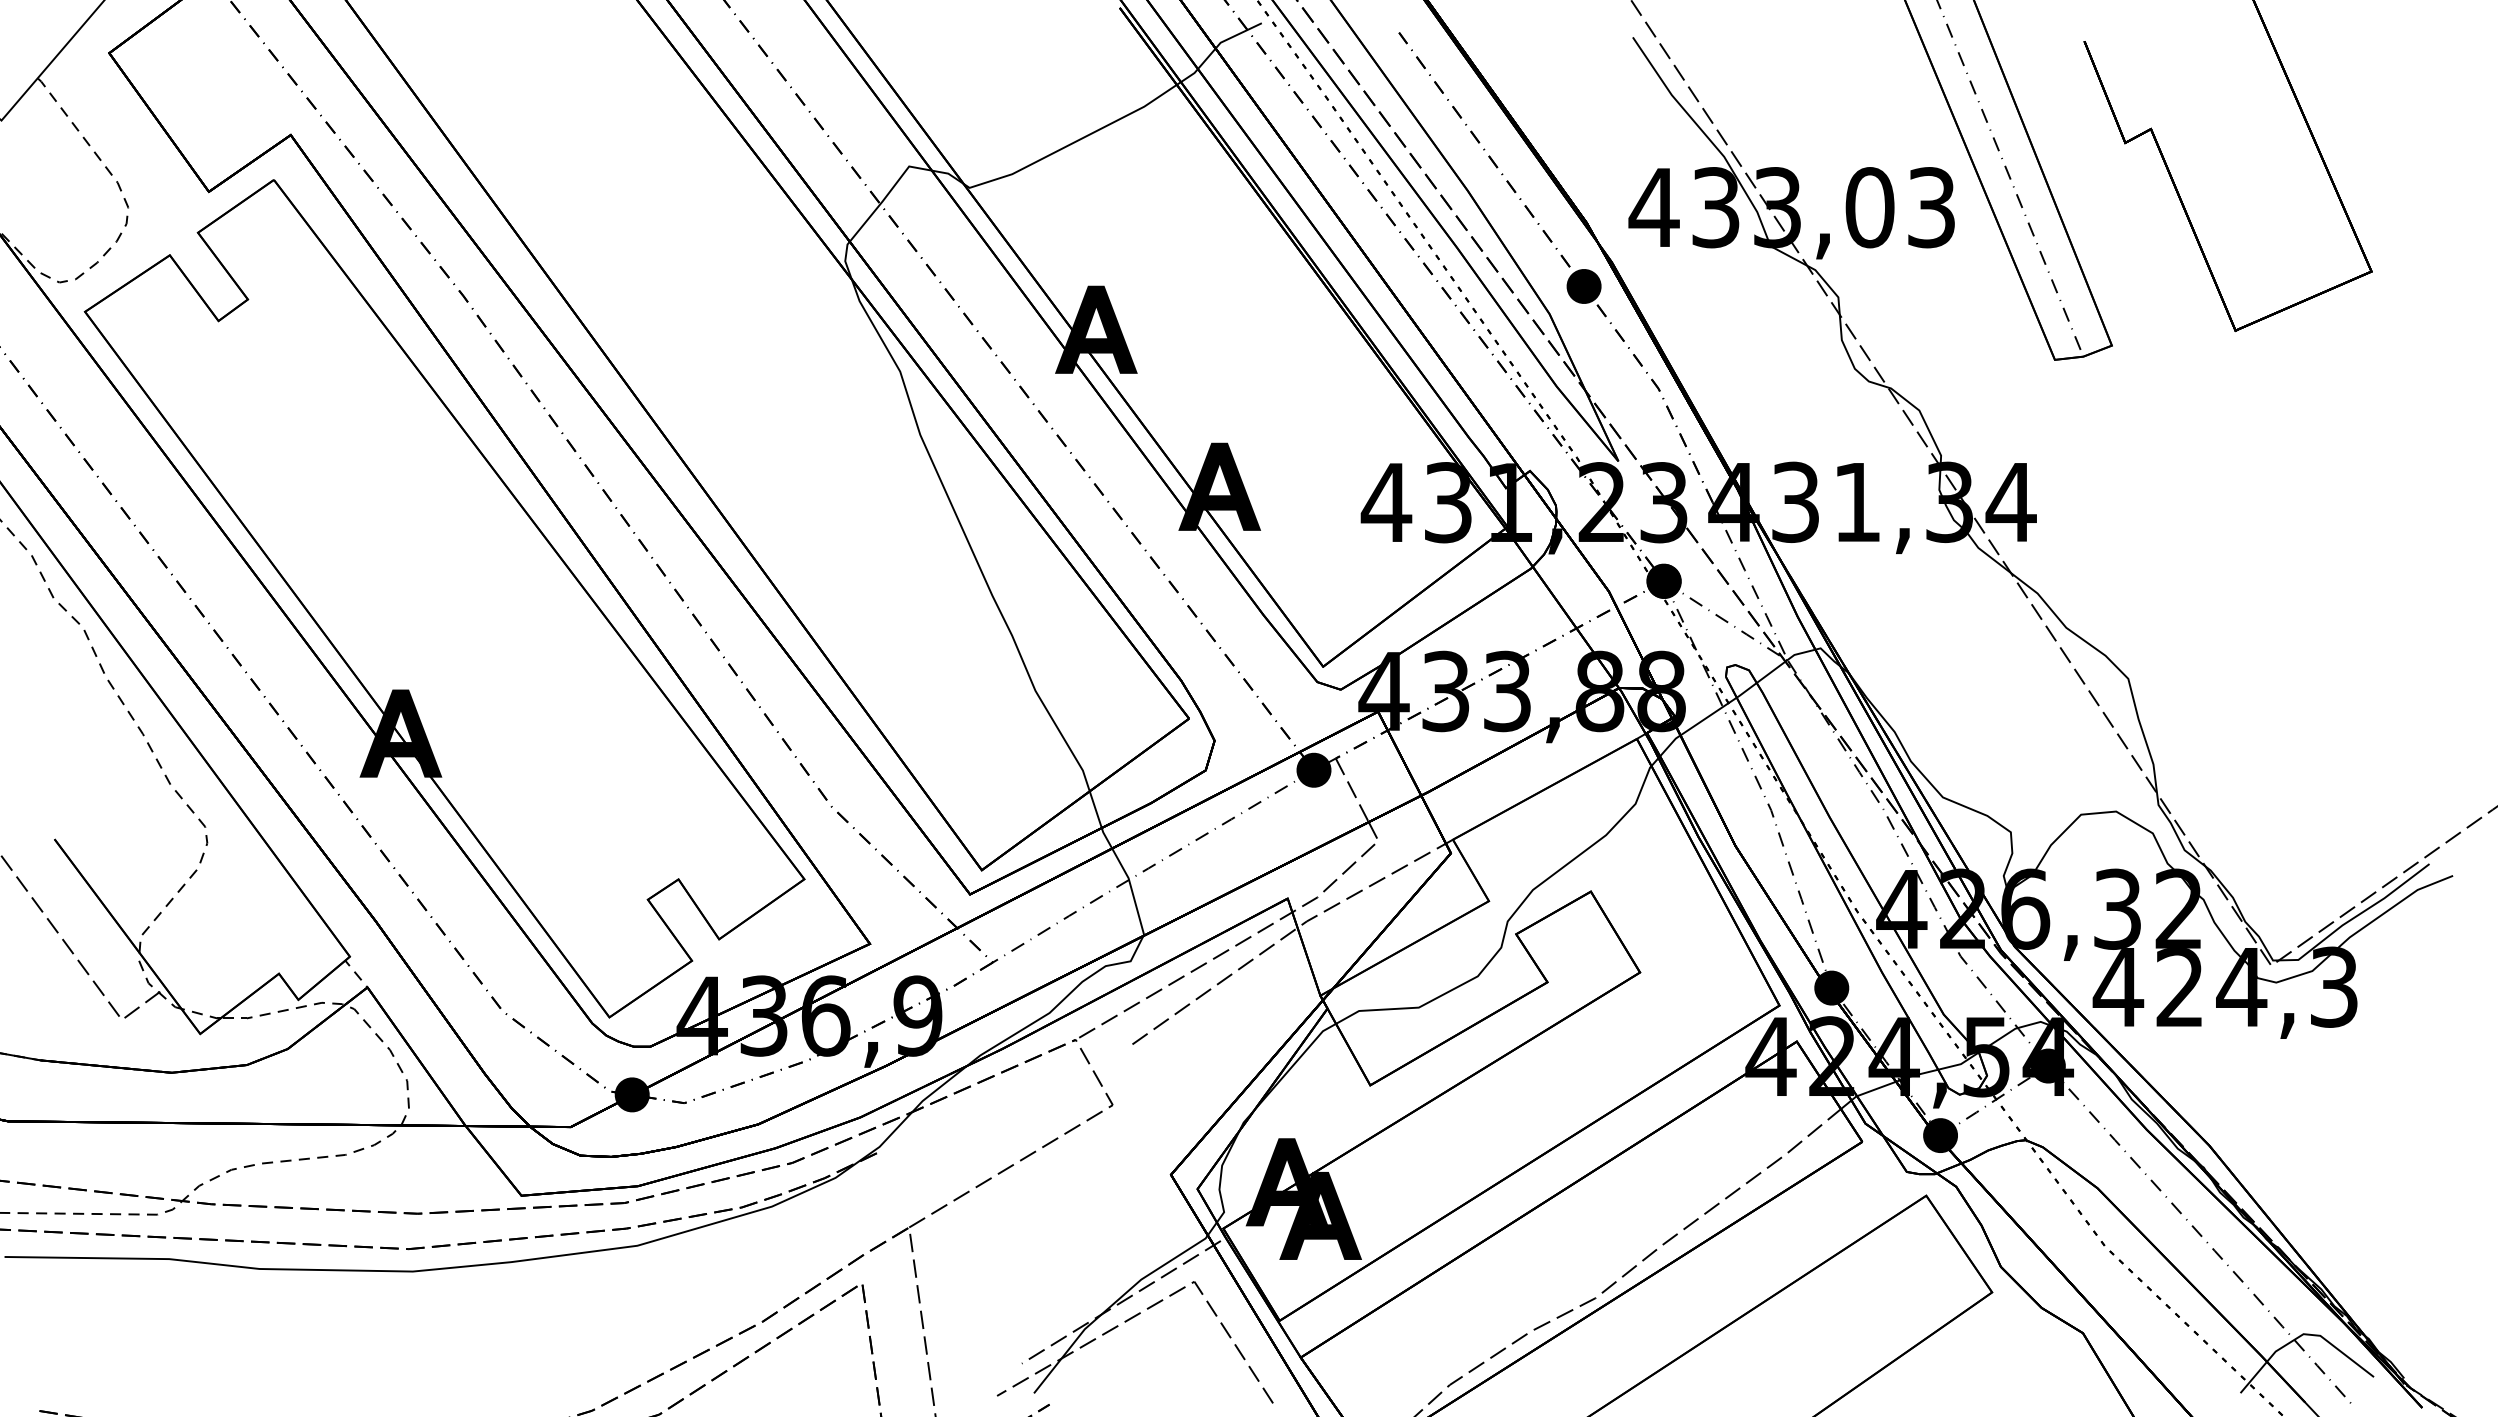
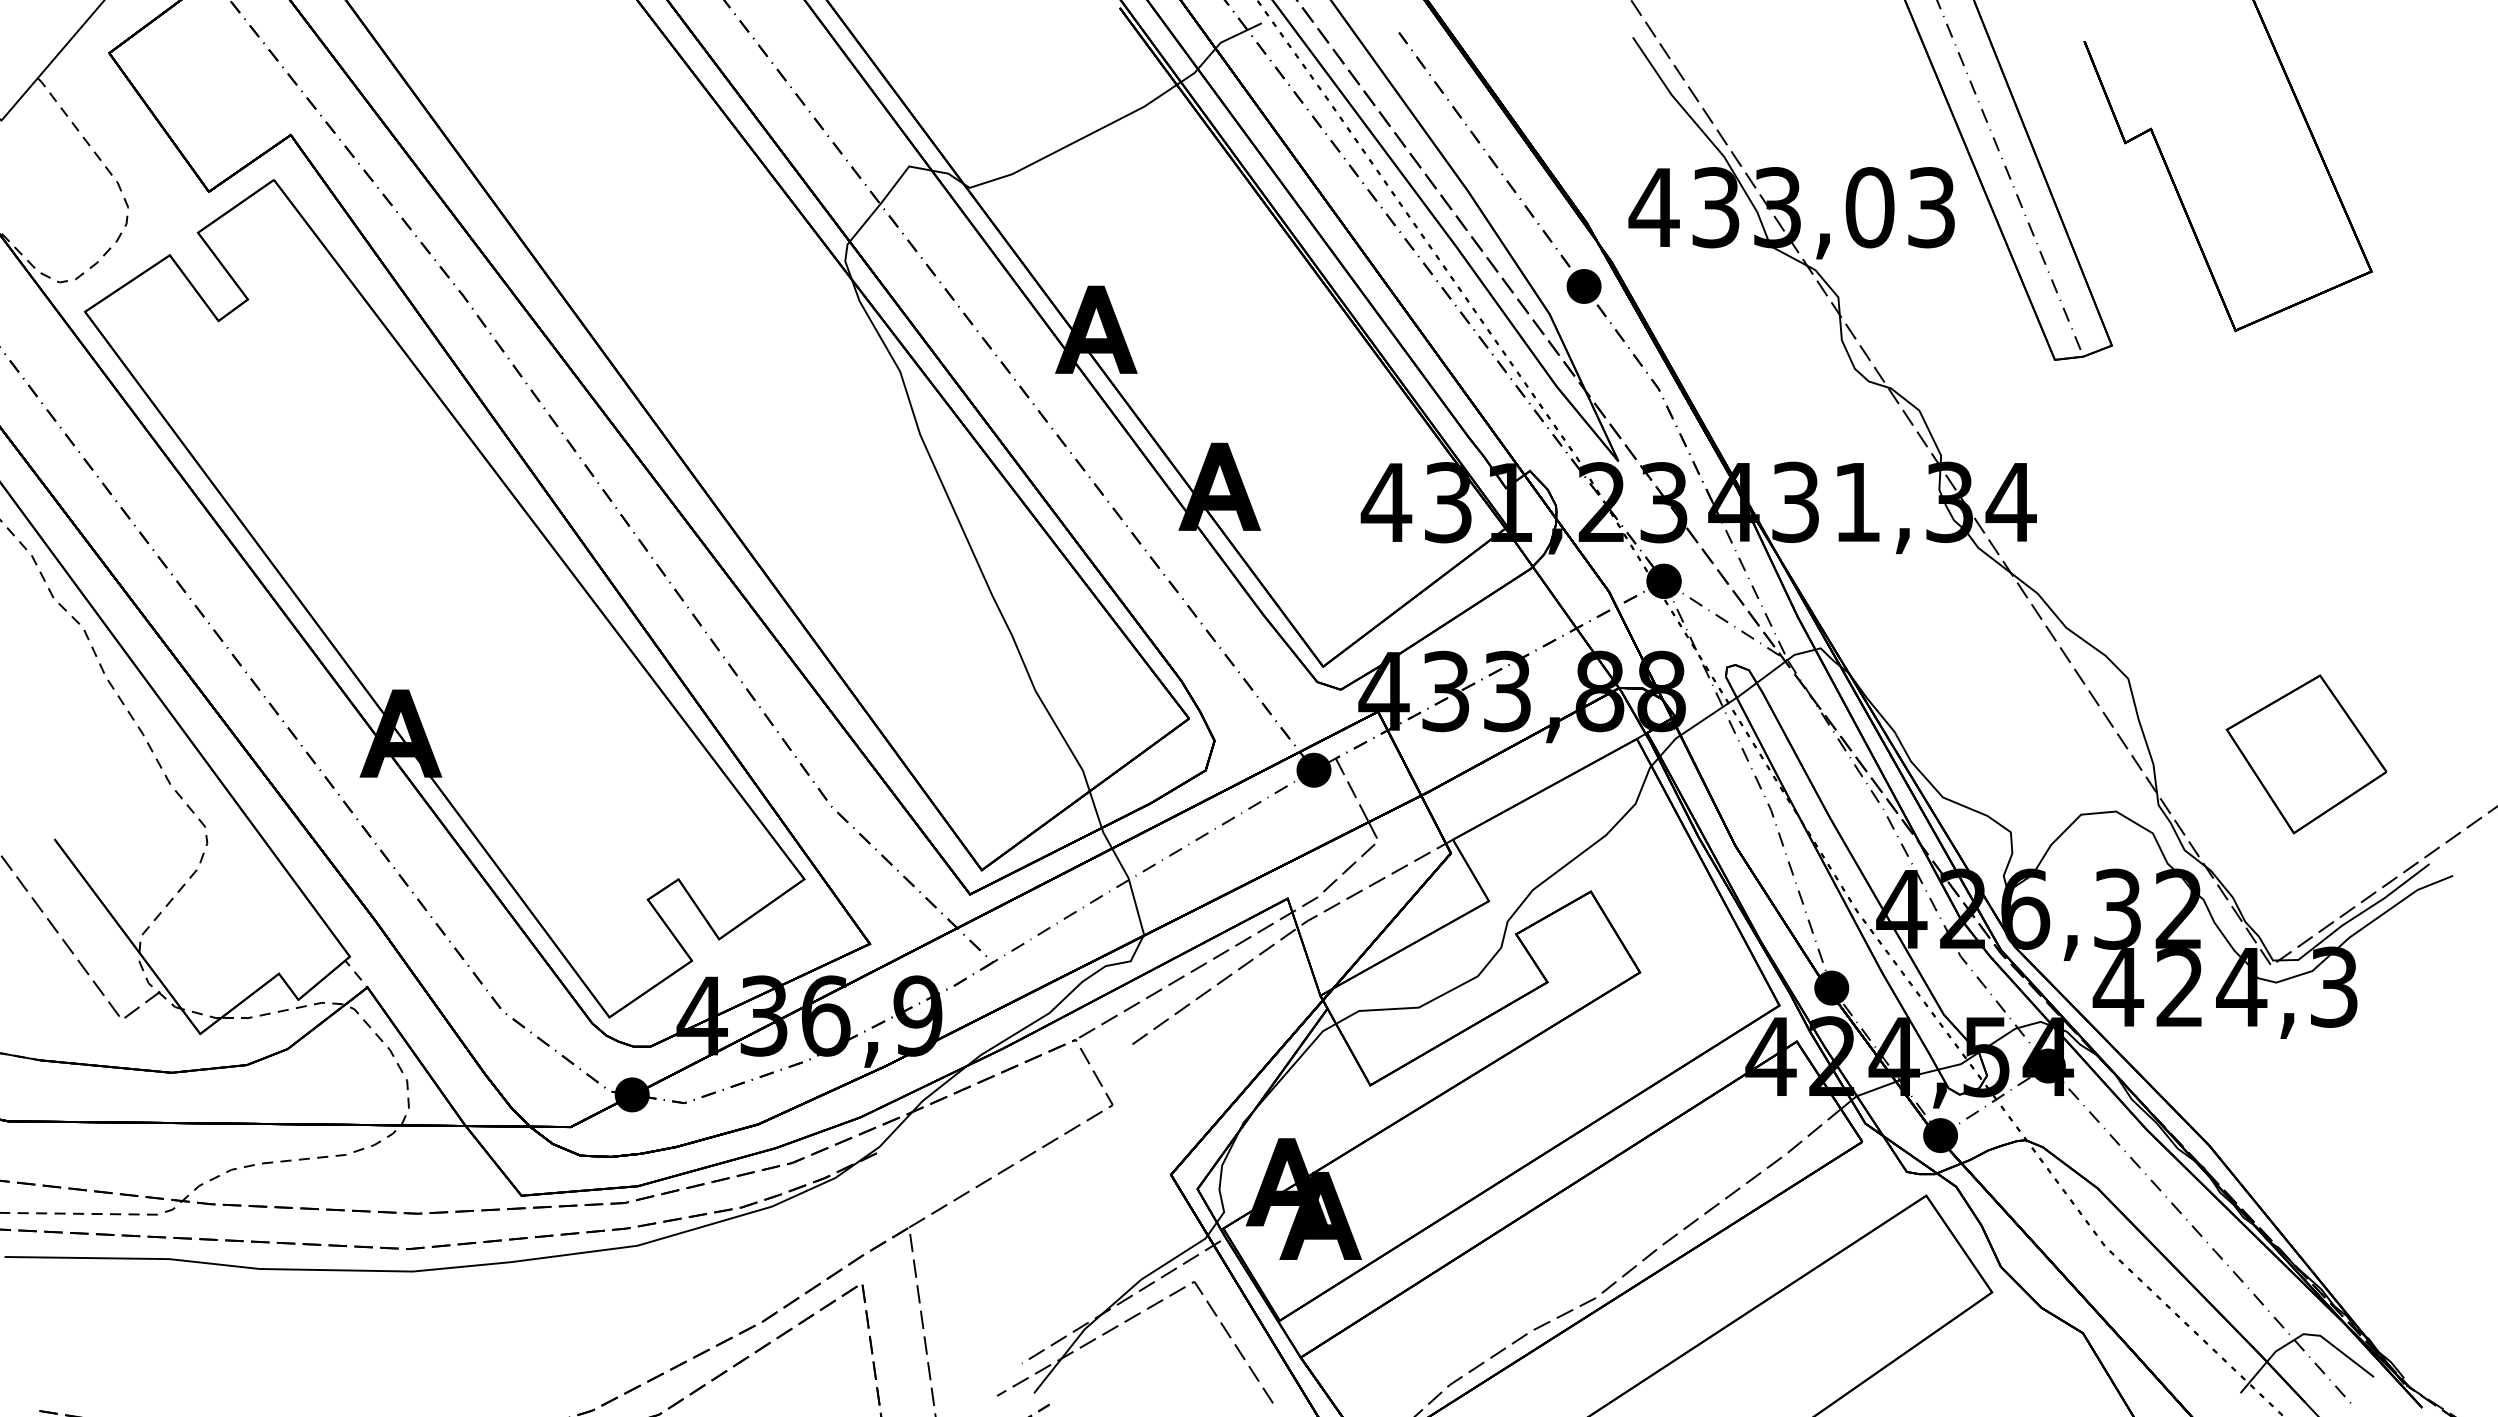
part at (2306, 754): none -> present
